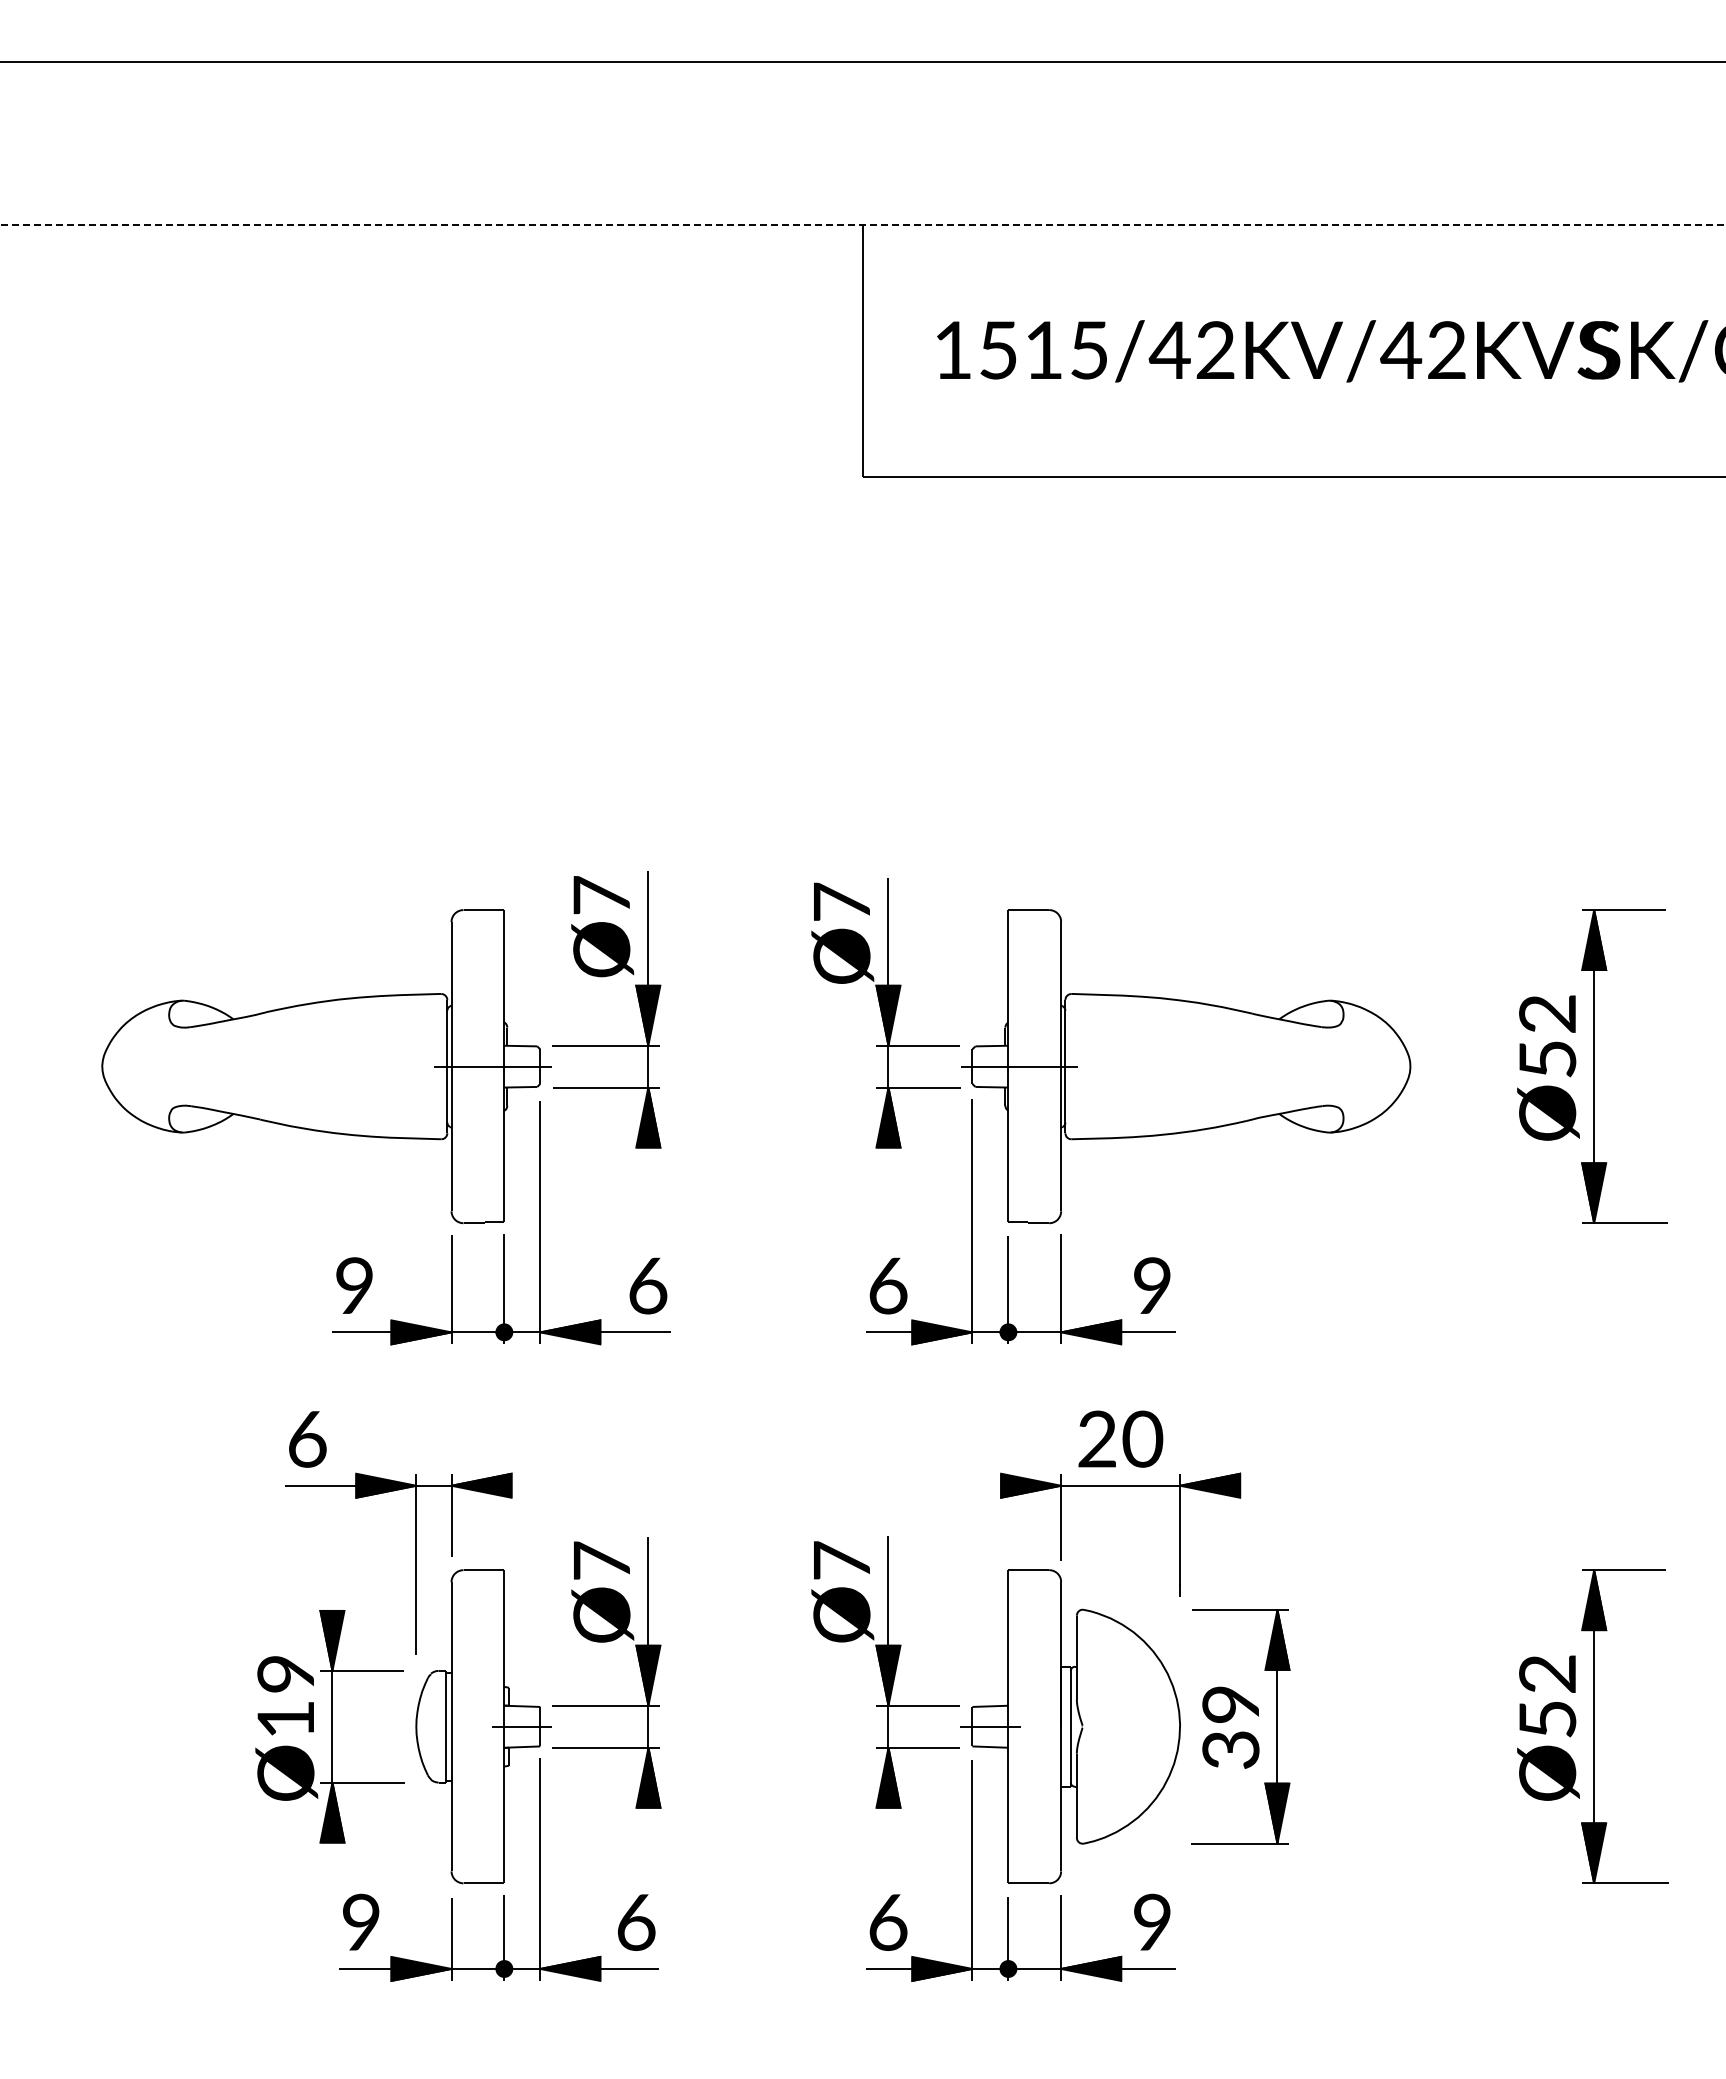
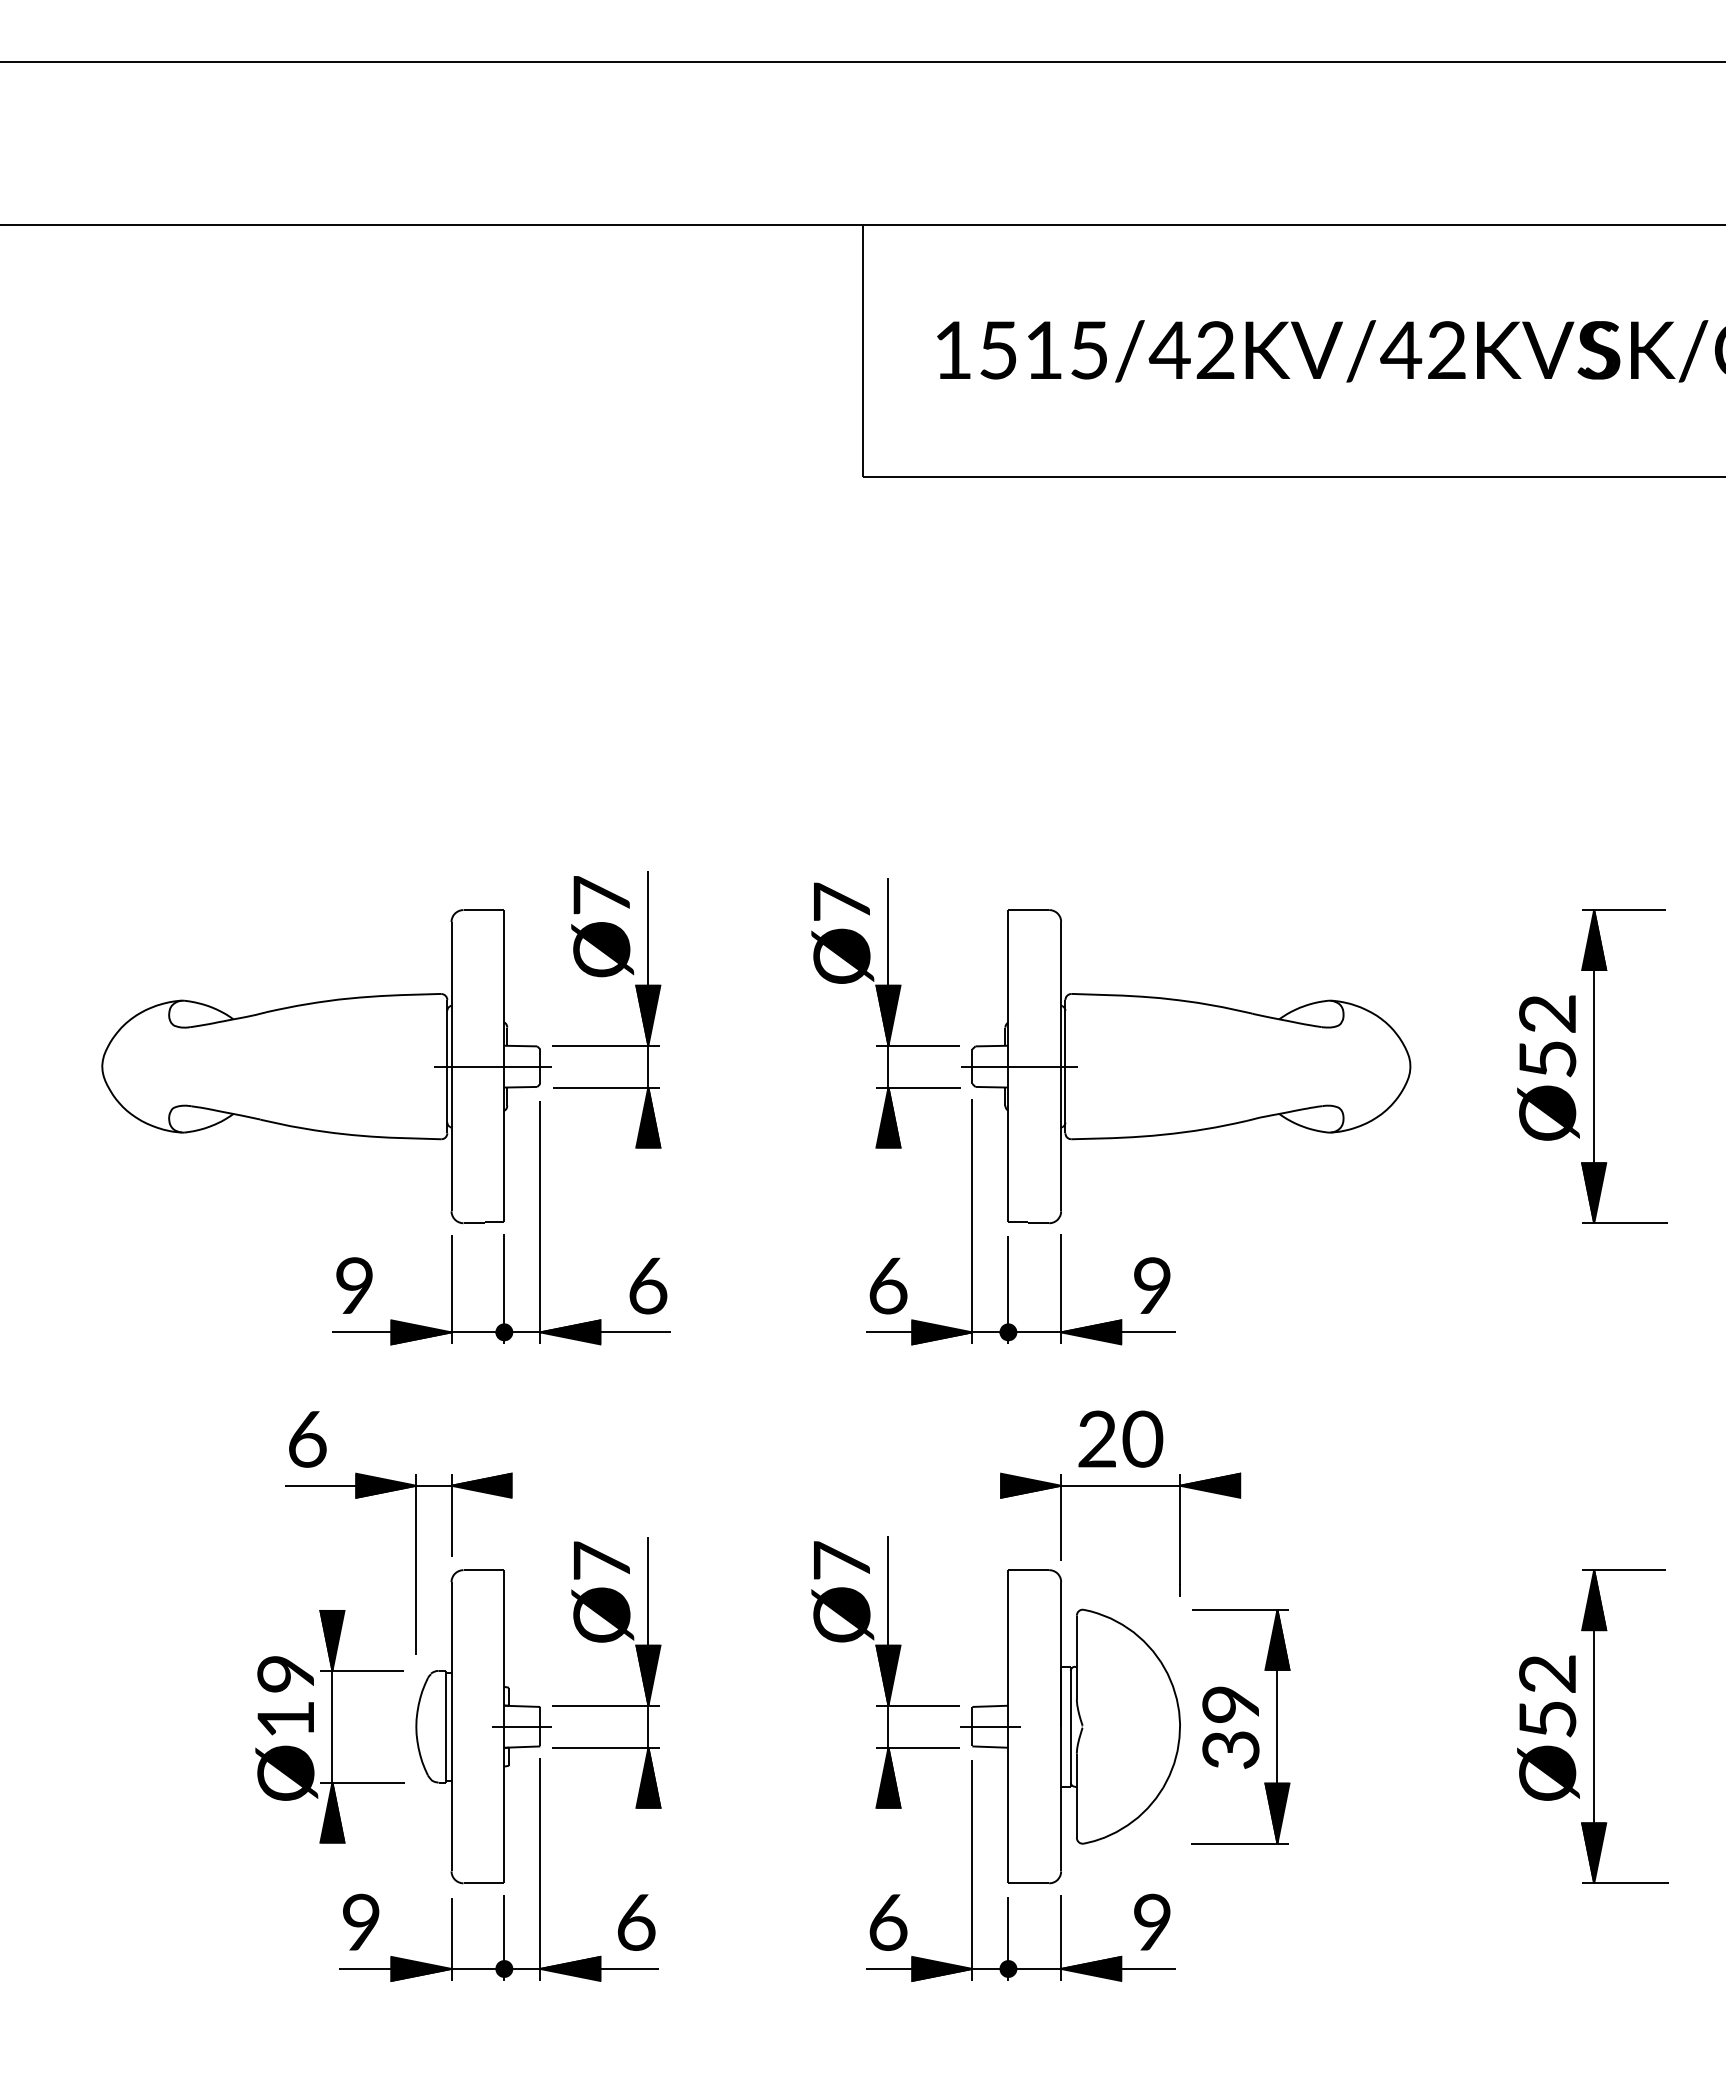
line at (862, 224): dashed -> solid
